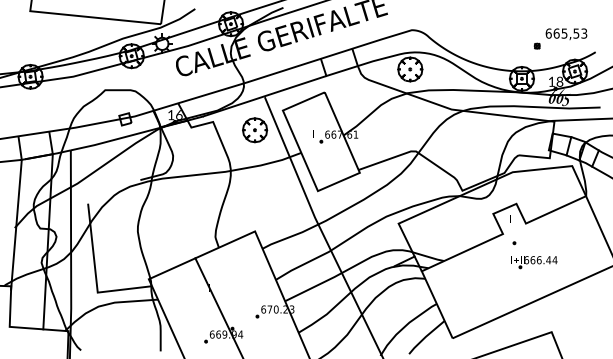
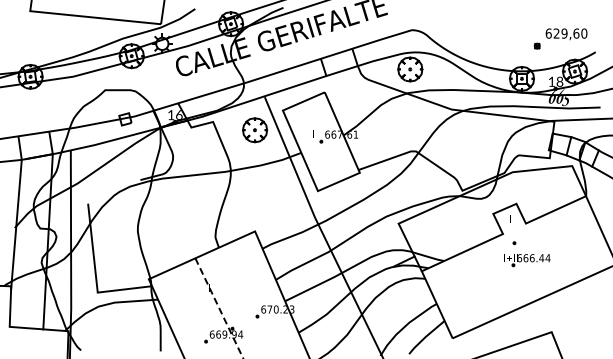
text at (570, 33): 665,53 -> 629,60
part at (534, 262) position: (534, 262) -> (527, 260)
line at (219, 308): solid -> dashed
